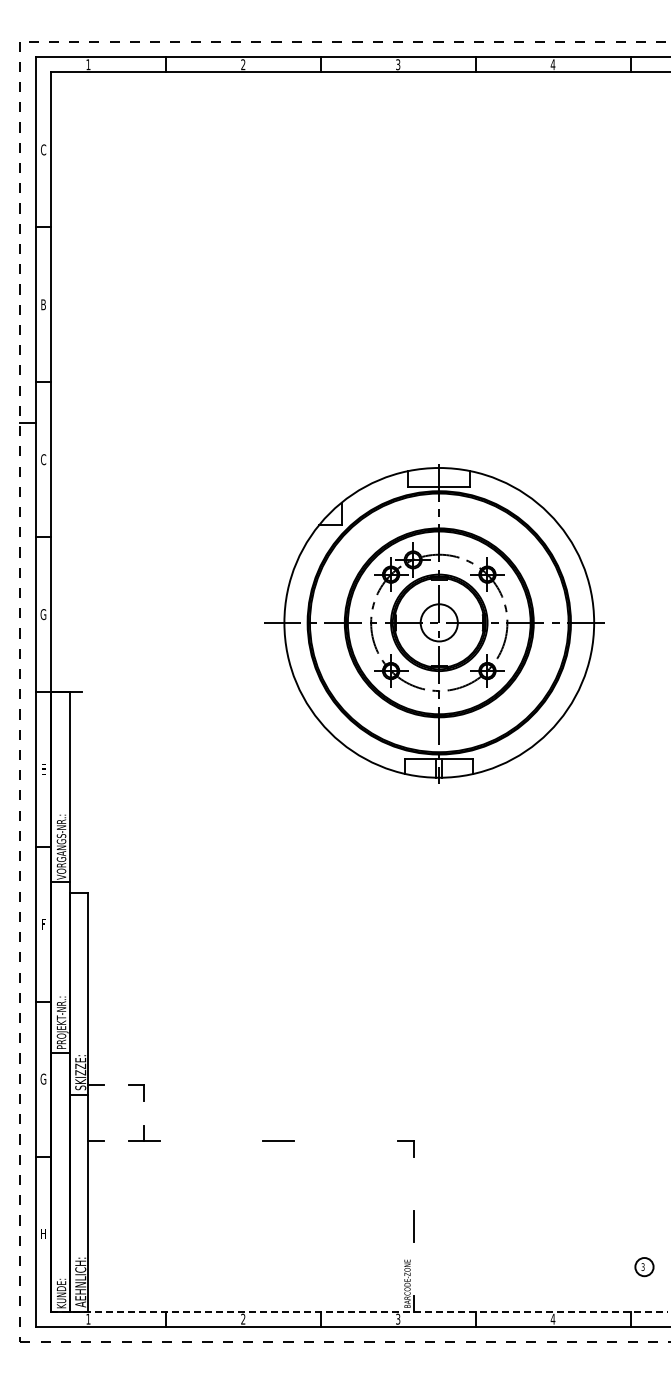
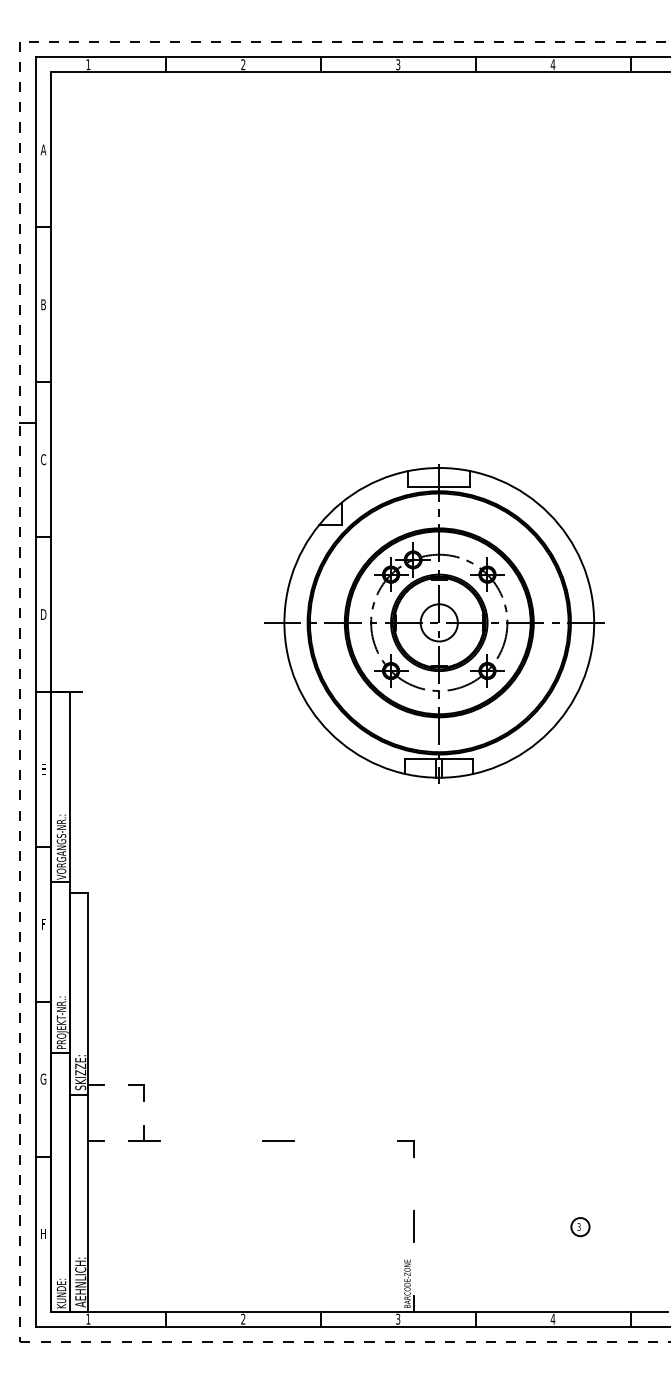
text at (43, 149): C -> A
text at (43, 614): G -> D
part at (644, 1267) position: (644, 1267) -> (580, 1227)
line at (360, 1311): dashed -> solid
